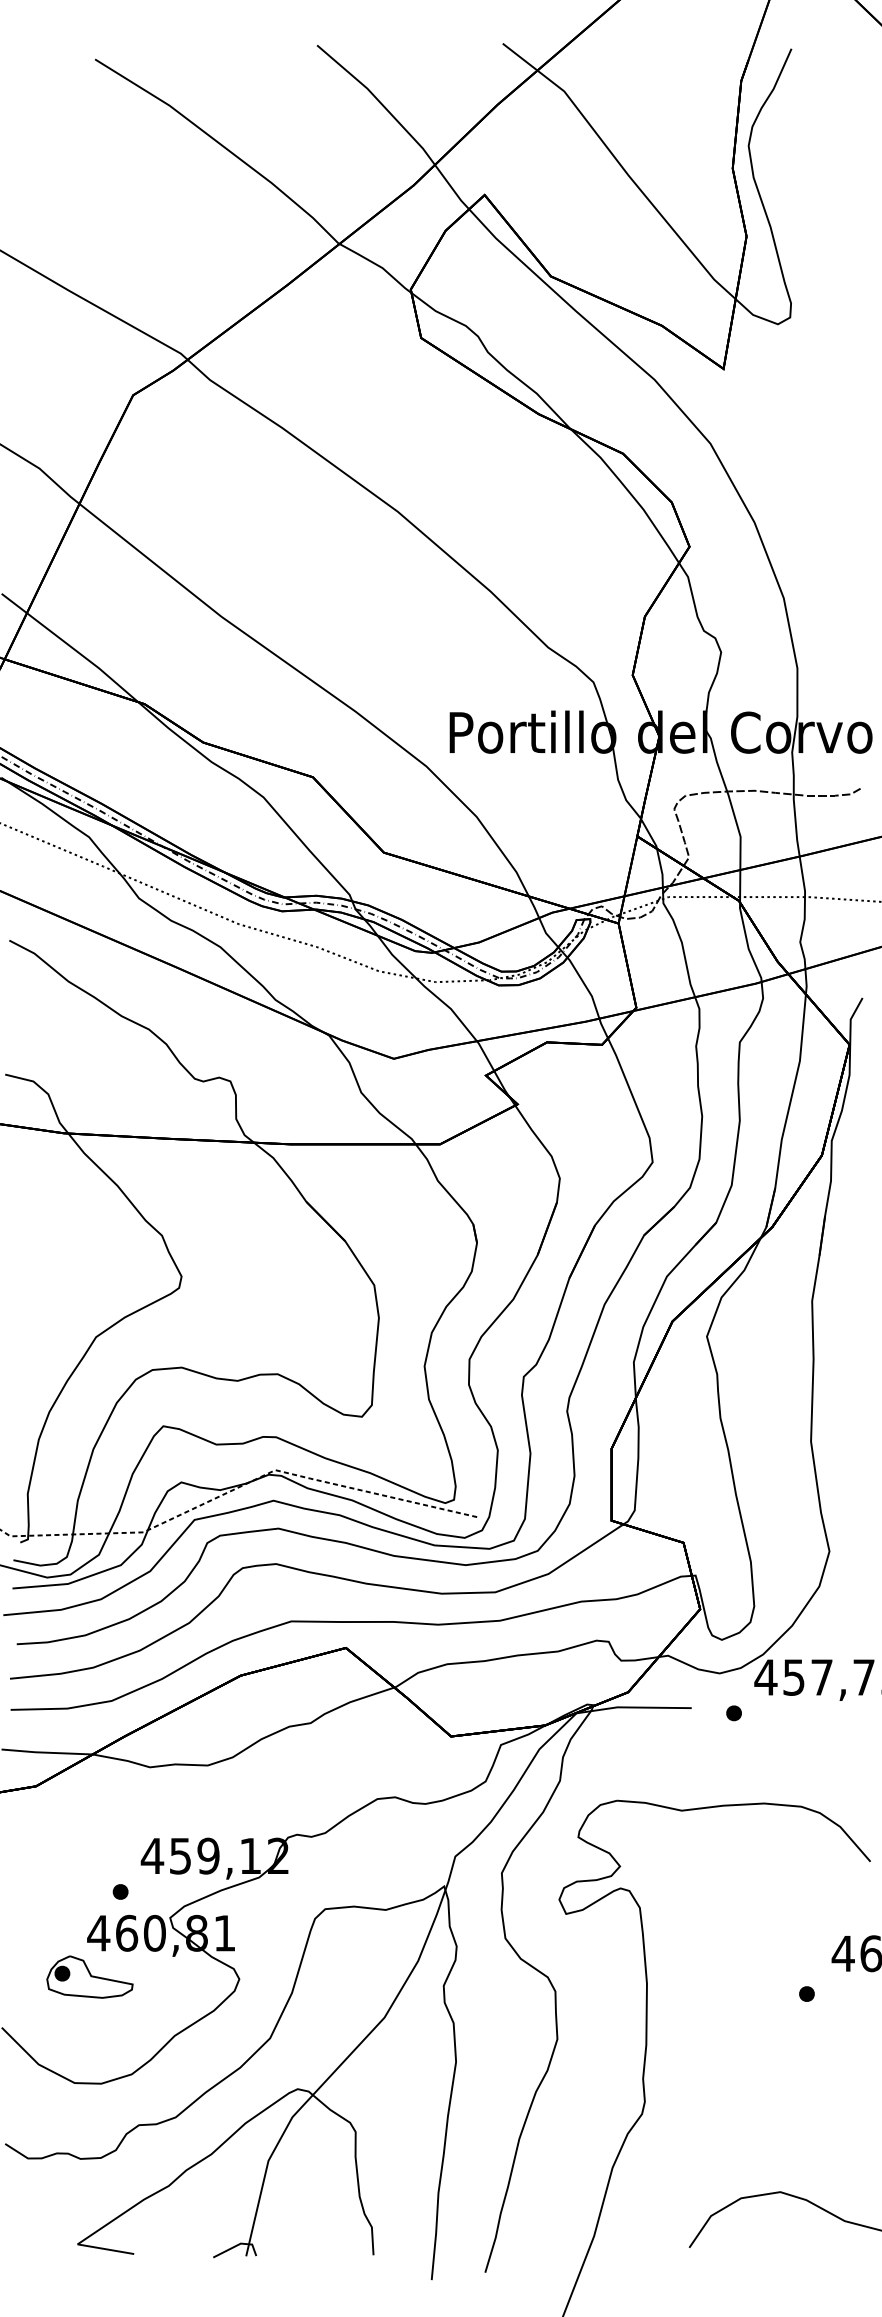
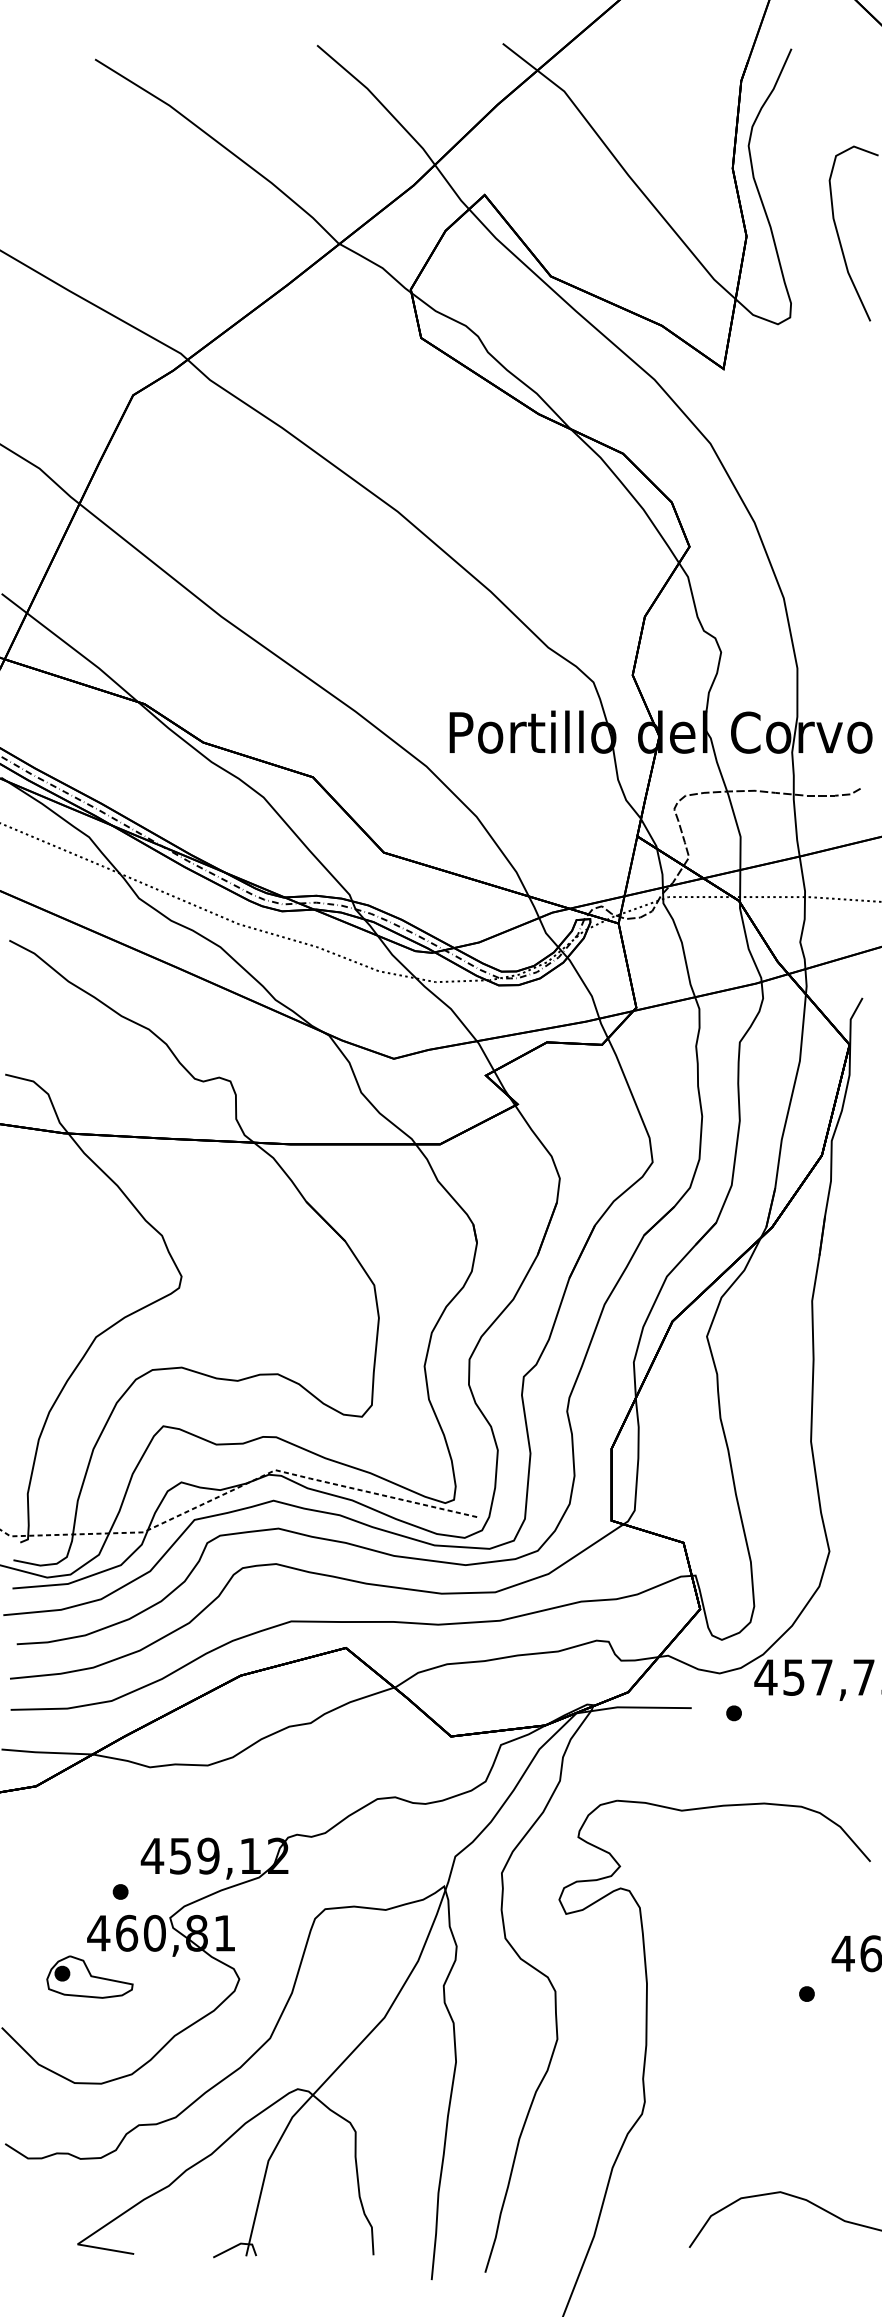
curve at (839, 235): none -> present
